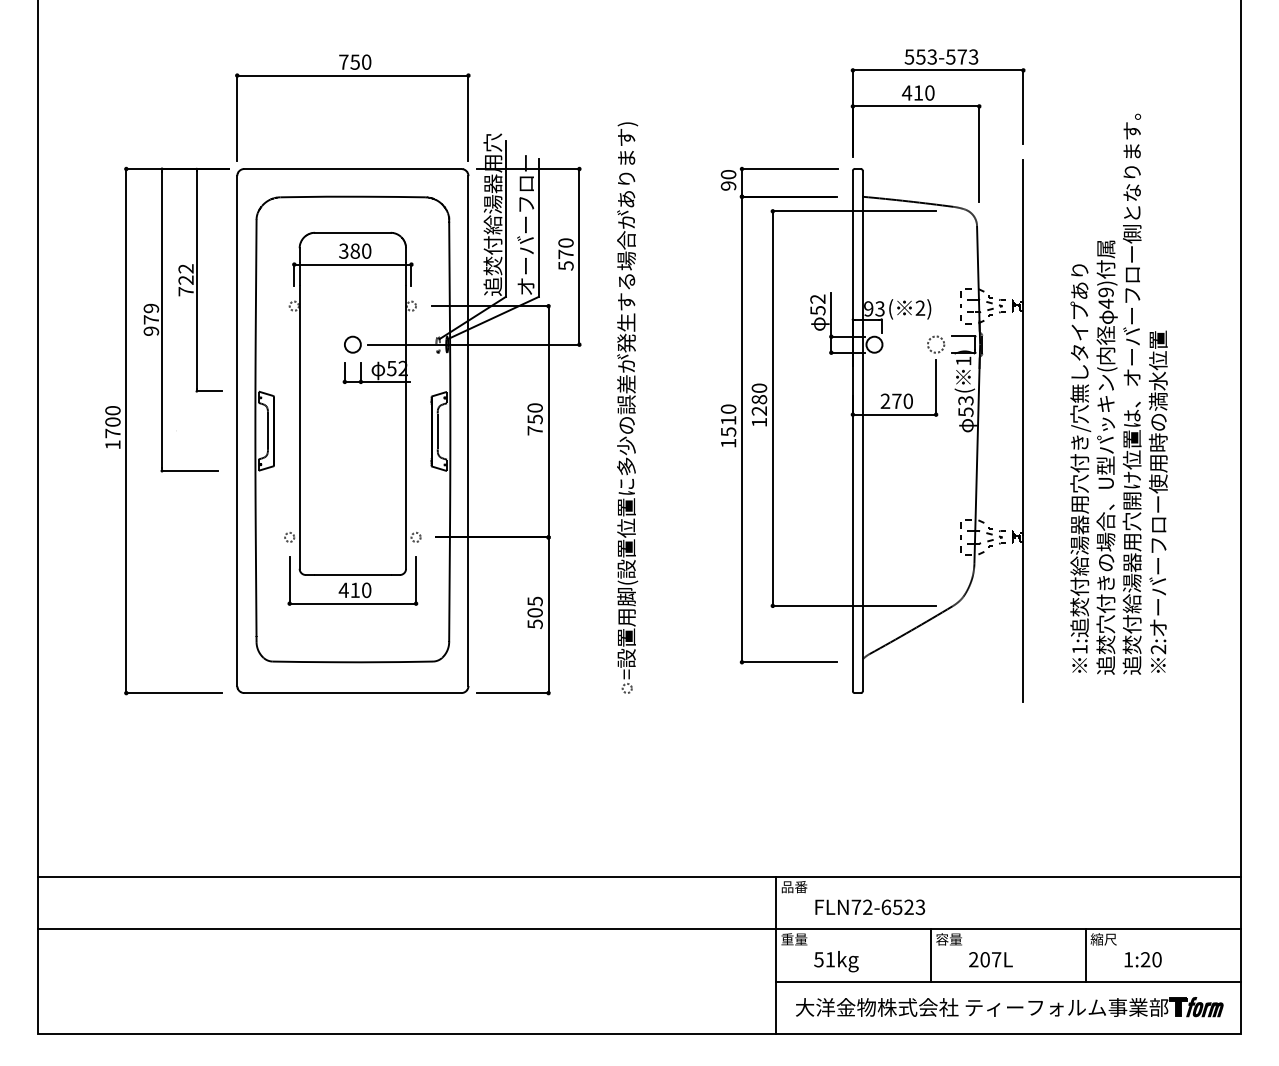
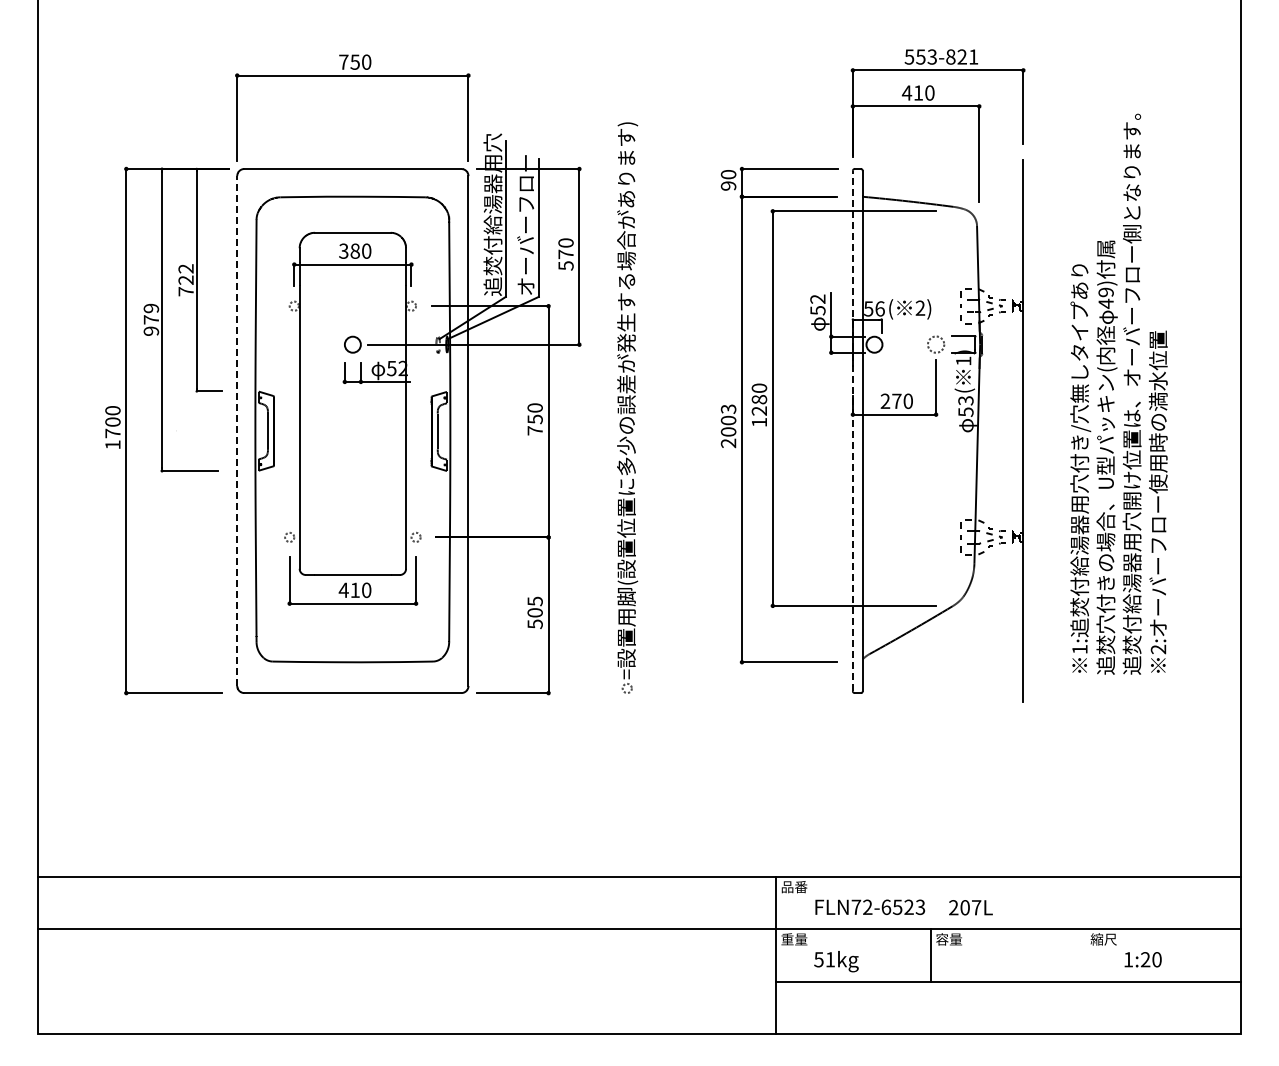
text at (962, 56): 553-573 -> 553-821
text at (874, 308): 93 -> 56
text at (728, 426): 1510 -> 2003
line at (852, 430): solid -> dashed
line at (237, 431): solid -> dashed
line at (1085, 955): present -> none
text at (990, 959) position: (990, 959) -> (970, 907)
part at (1009, 1007): present -> none
